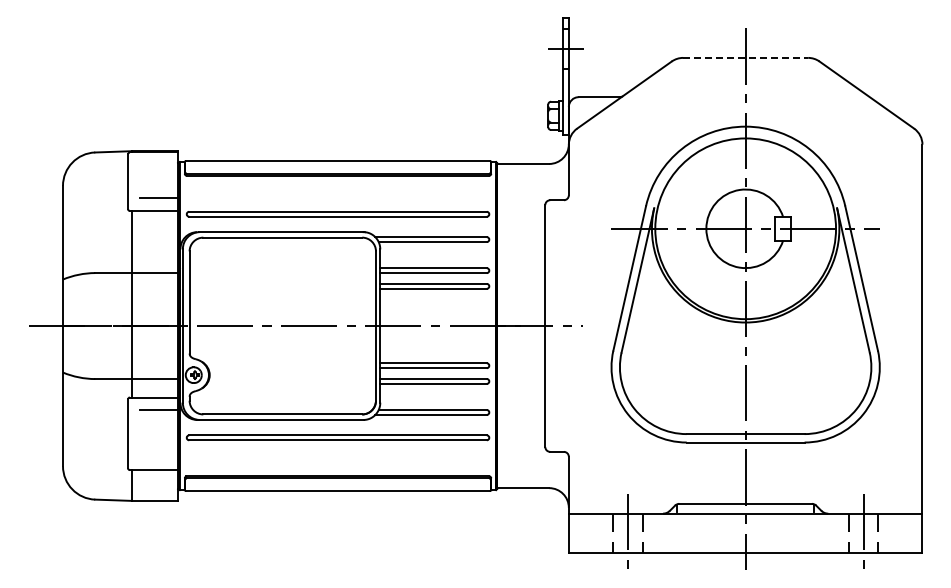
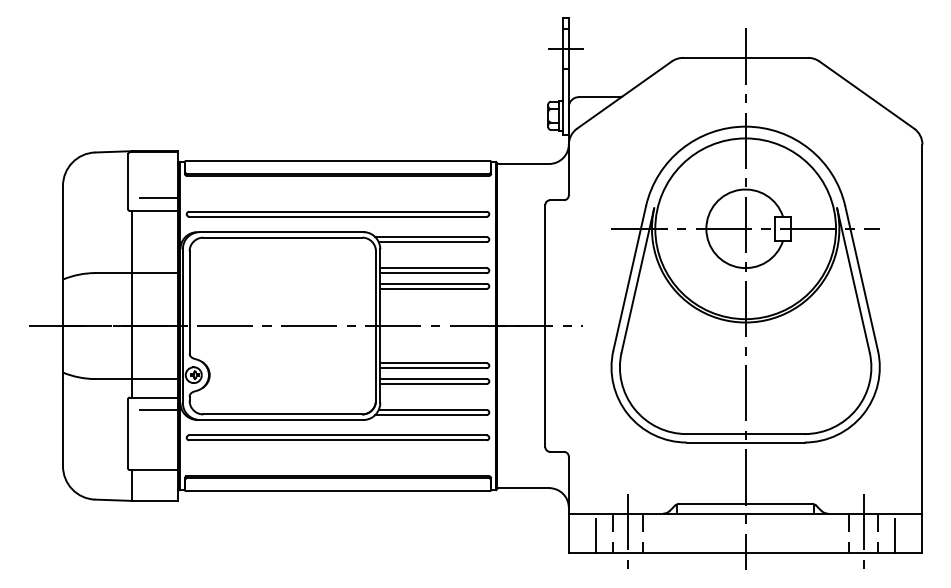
line at (745, 57): dashed -> solid
line at (596, 535): none -> present
line at (894, 535): none -> present
